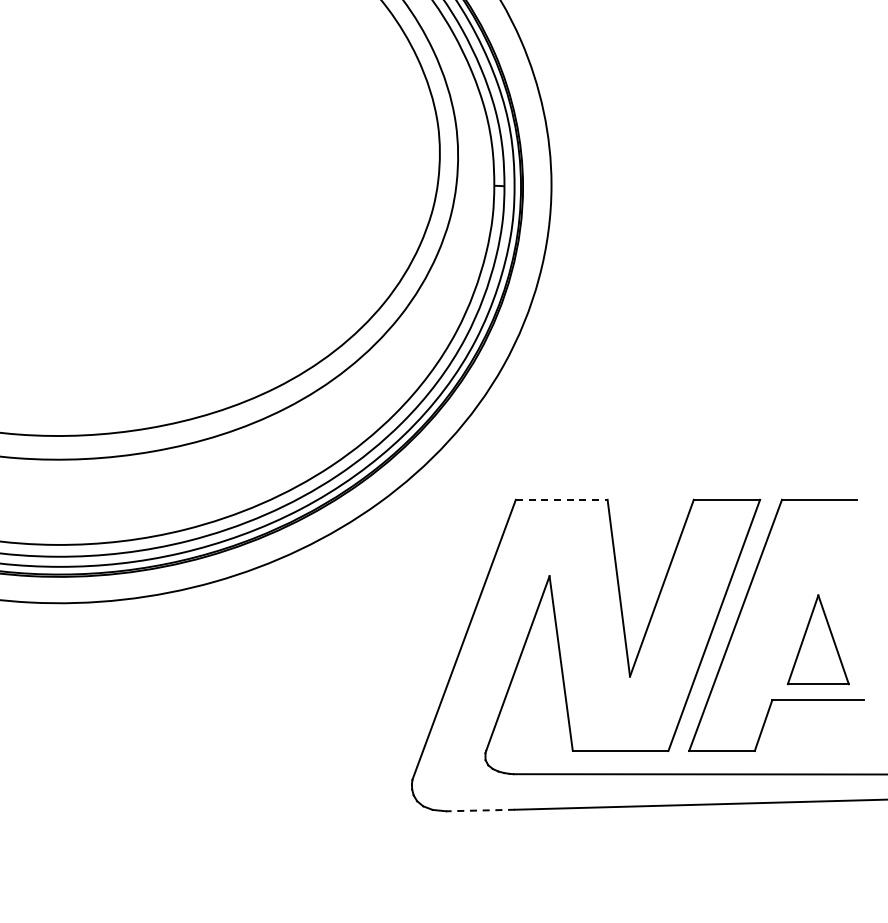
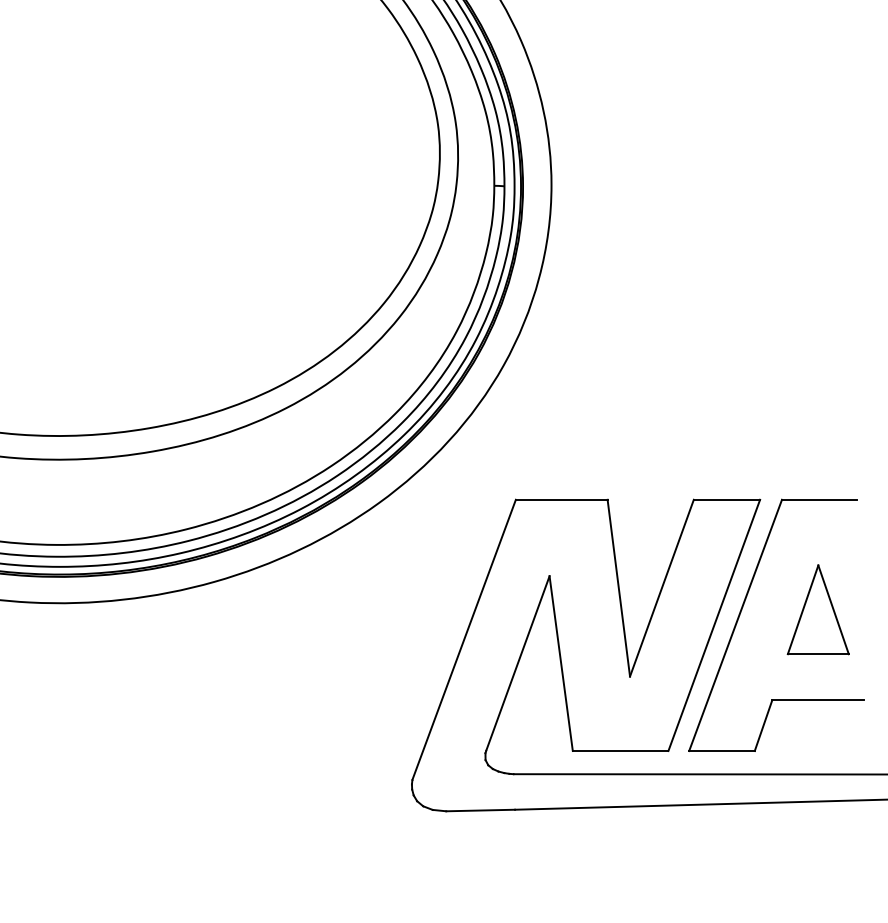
line at (561, 499): dashed -> solid
part at (817, 639) position: (817, 639) -> (817, 609)
line at (480, 810): dashed -> solid
